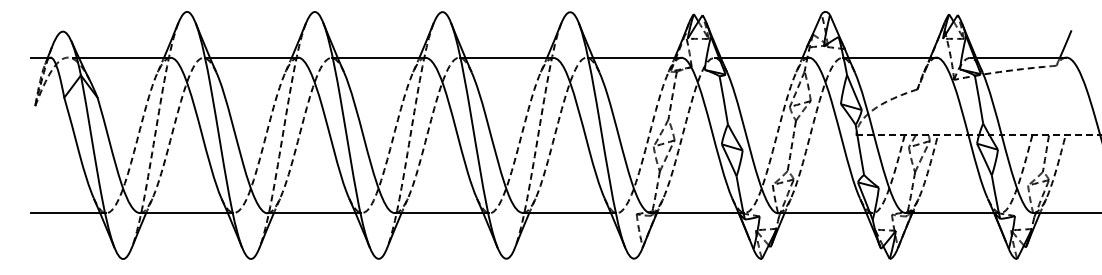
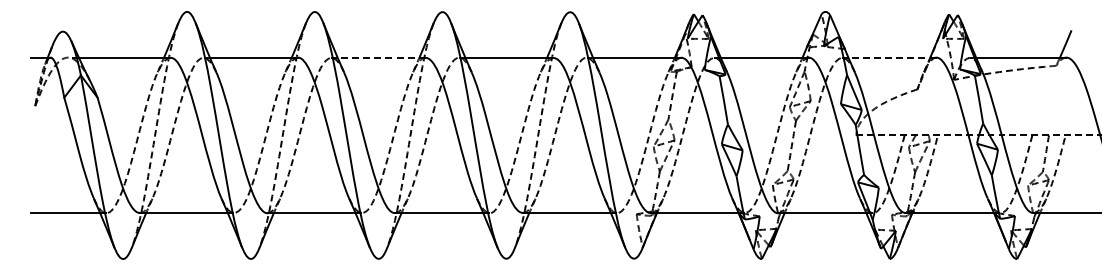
line at (381, 57): solid -> dashed
line at (892, 57): solid -> dashed
